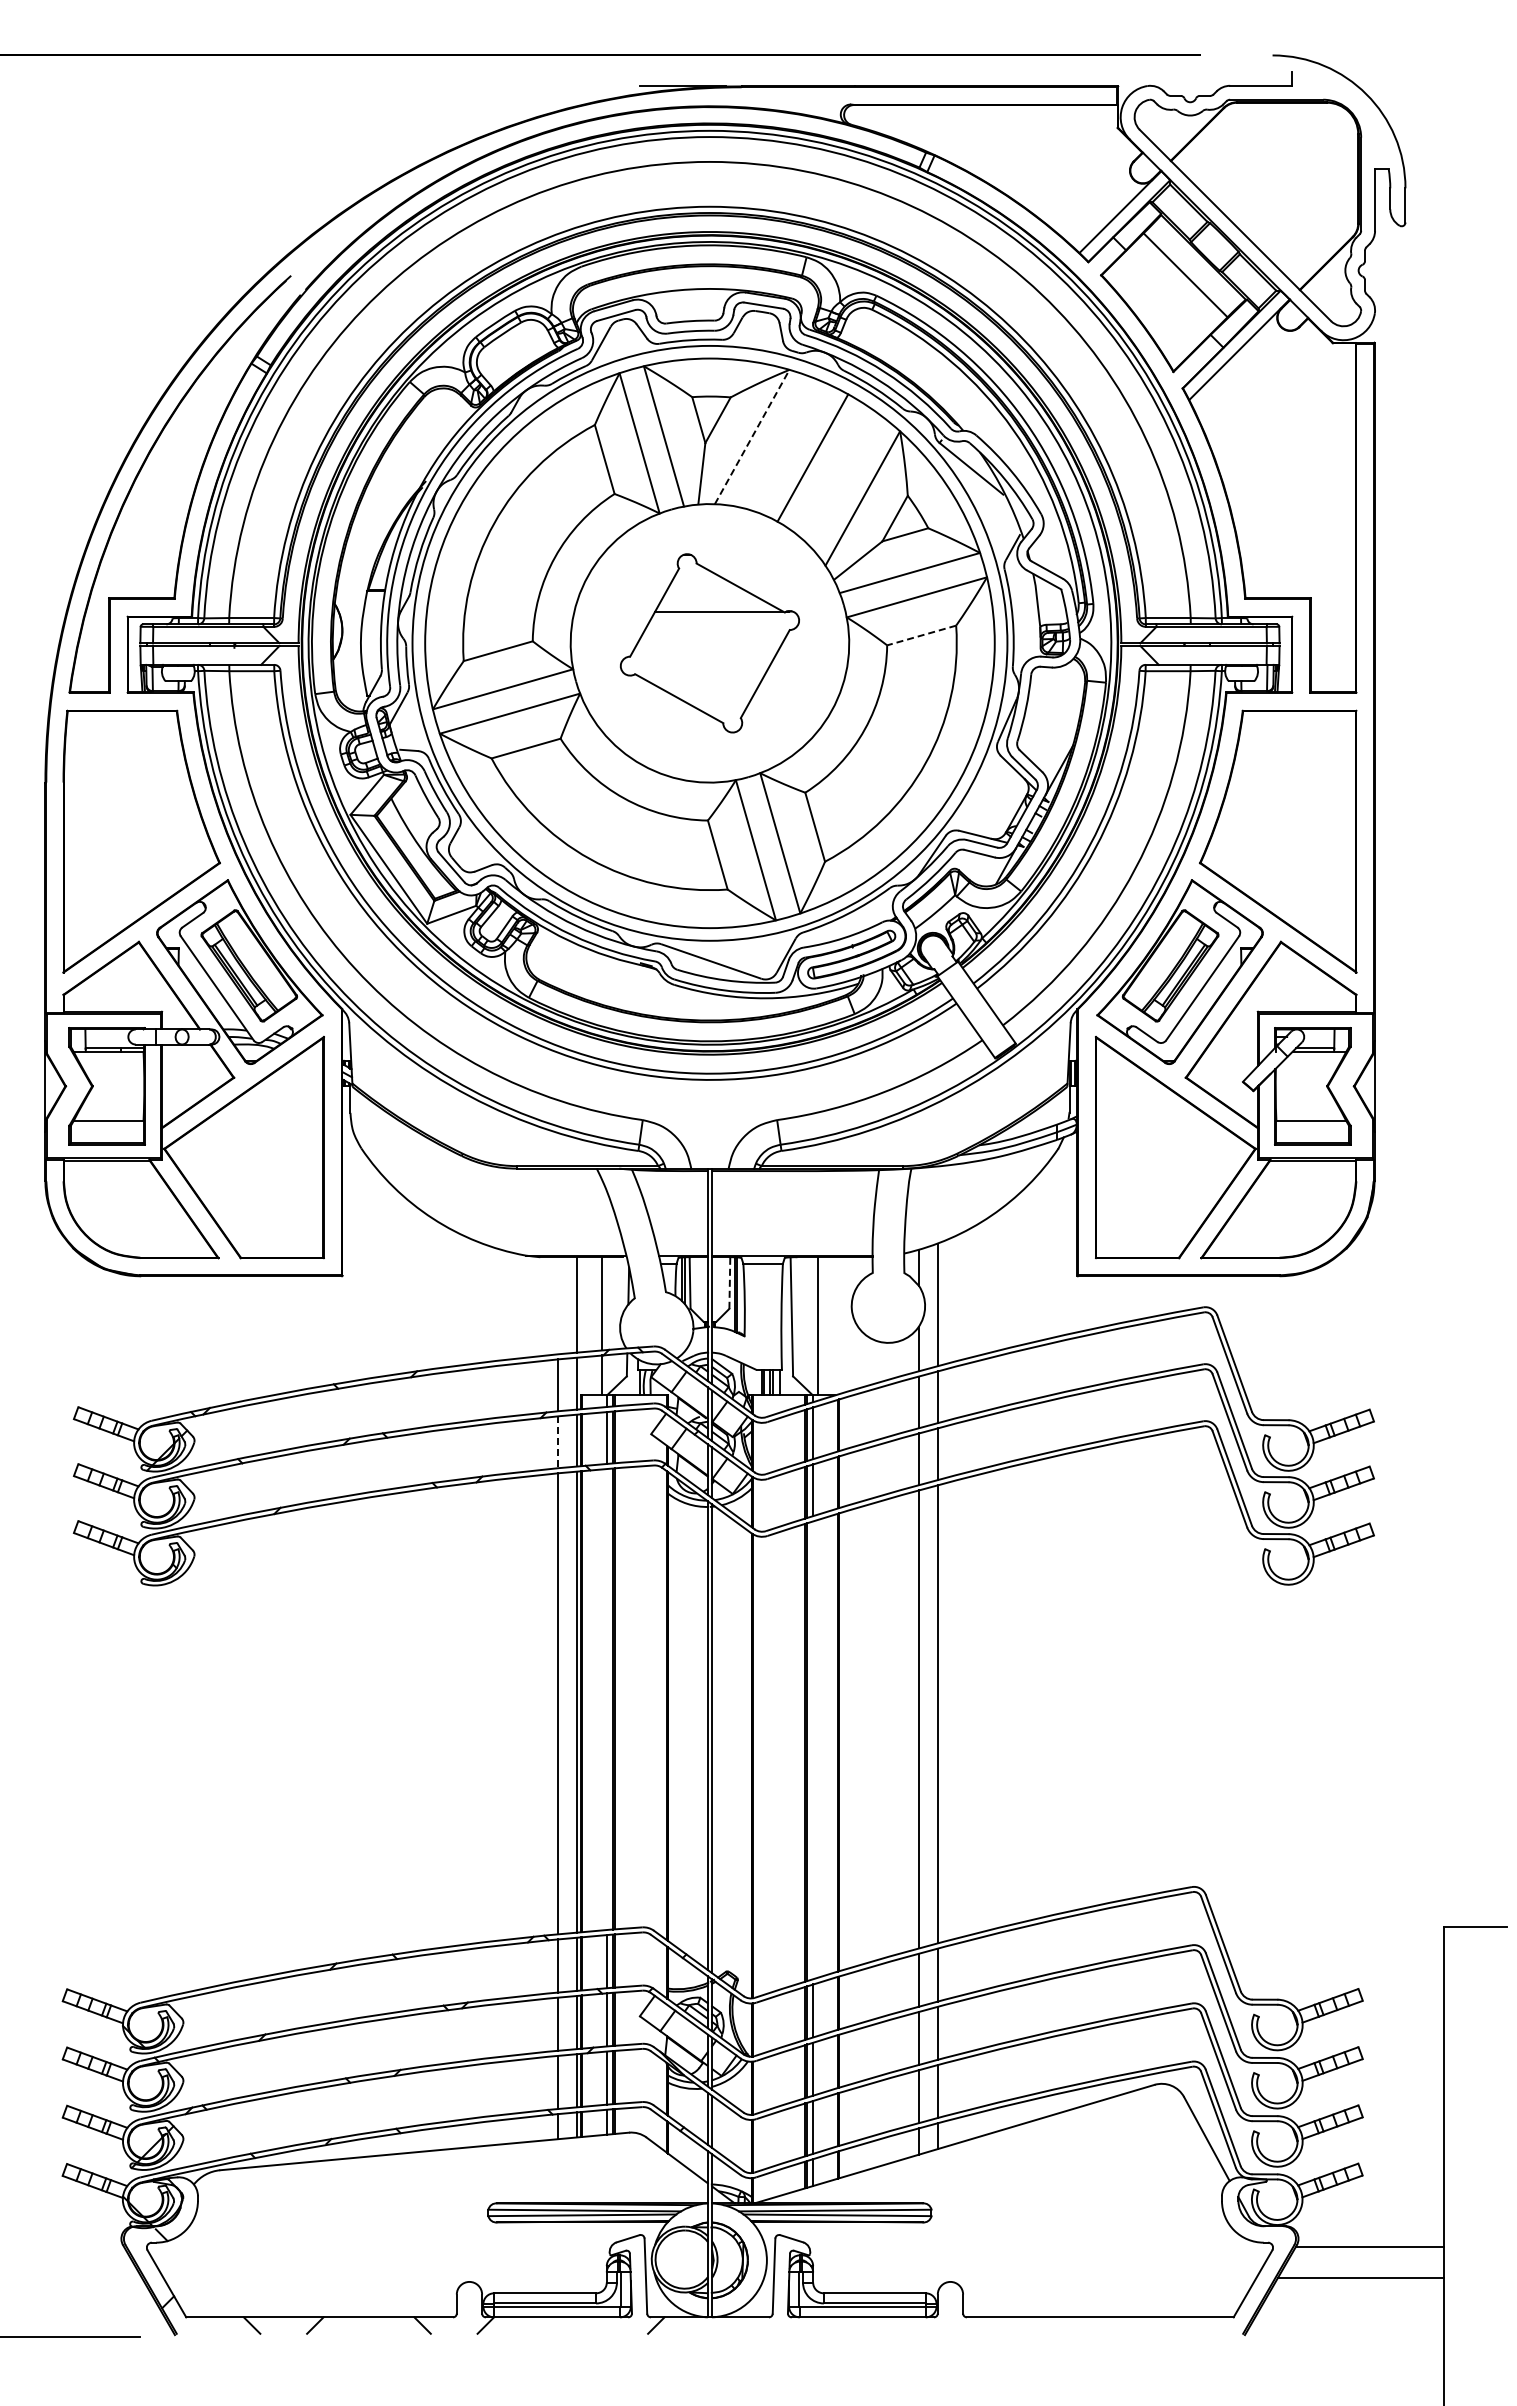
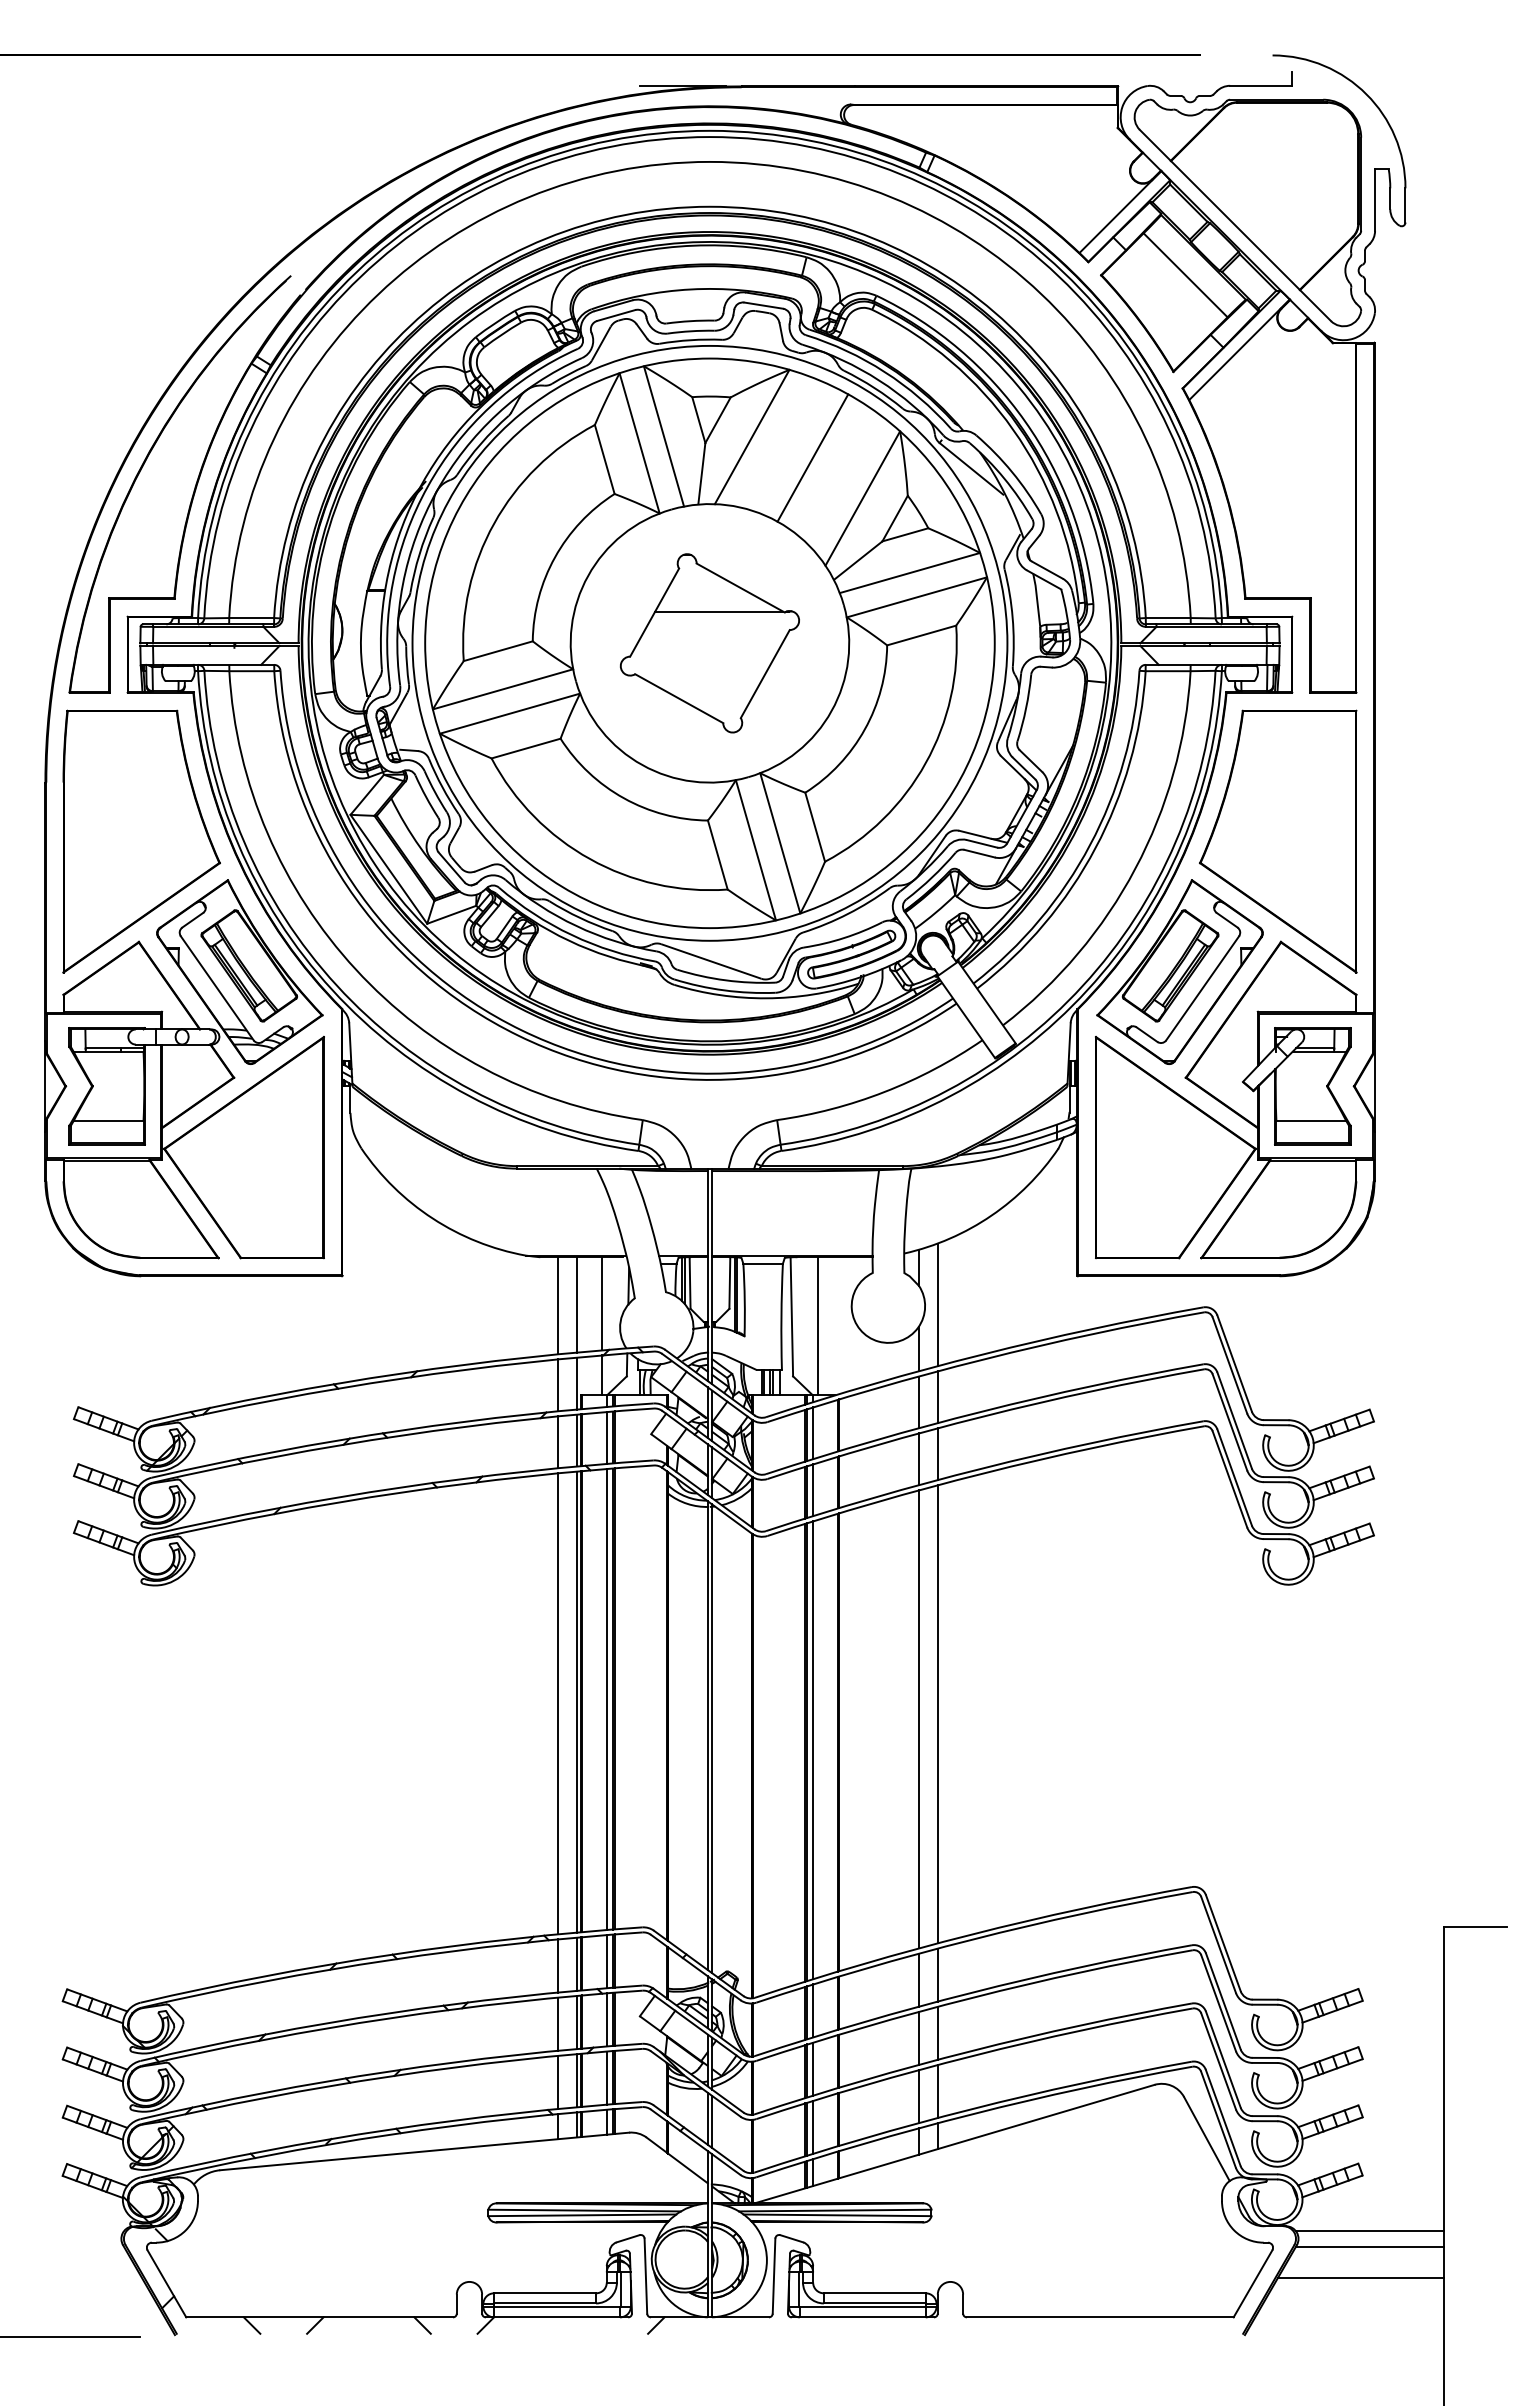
line at (752, 437): dashed -> solid
line at (921, 635): dashed -> solid
line at (729, 1283): dashed -> solid
line at (558, 1305): none -> present
line at (558, 1442): dashed -> solid
line at (606, 1699): none -> present
line at (813, 1750): none -> present
line at (1369, 2230): none -> present
